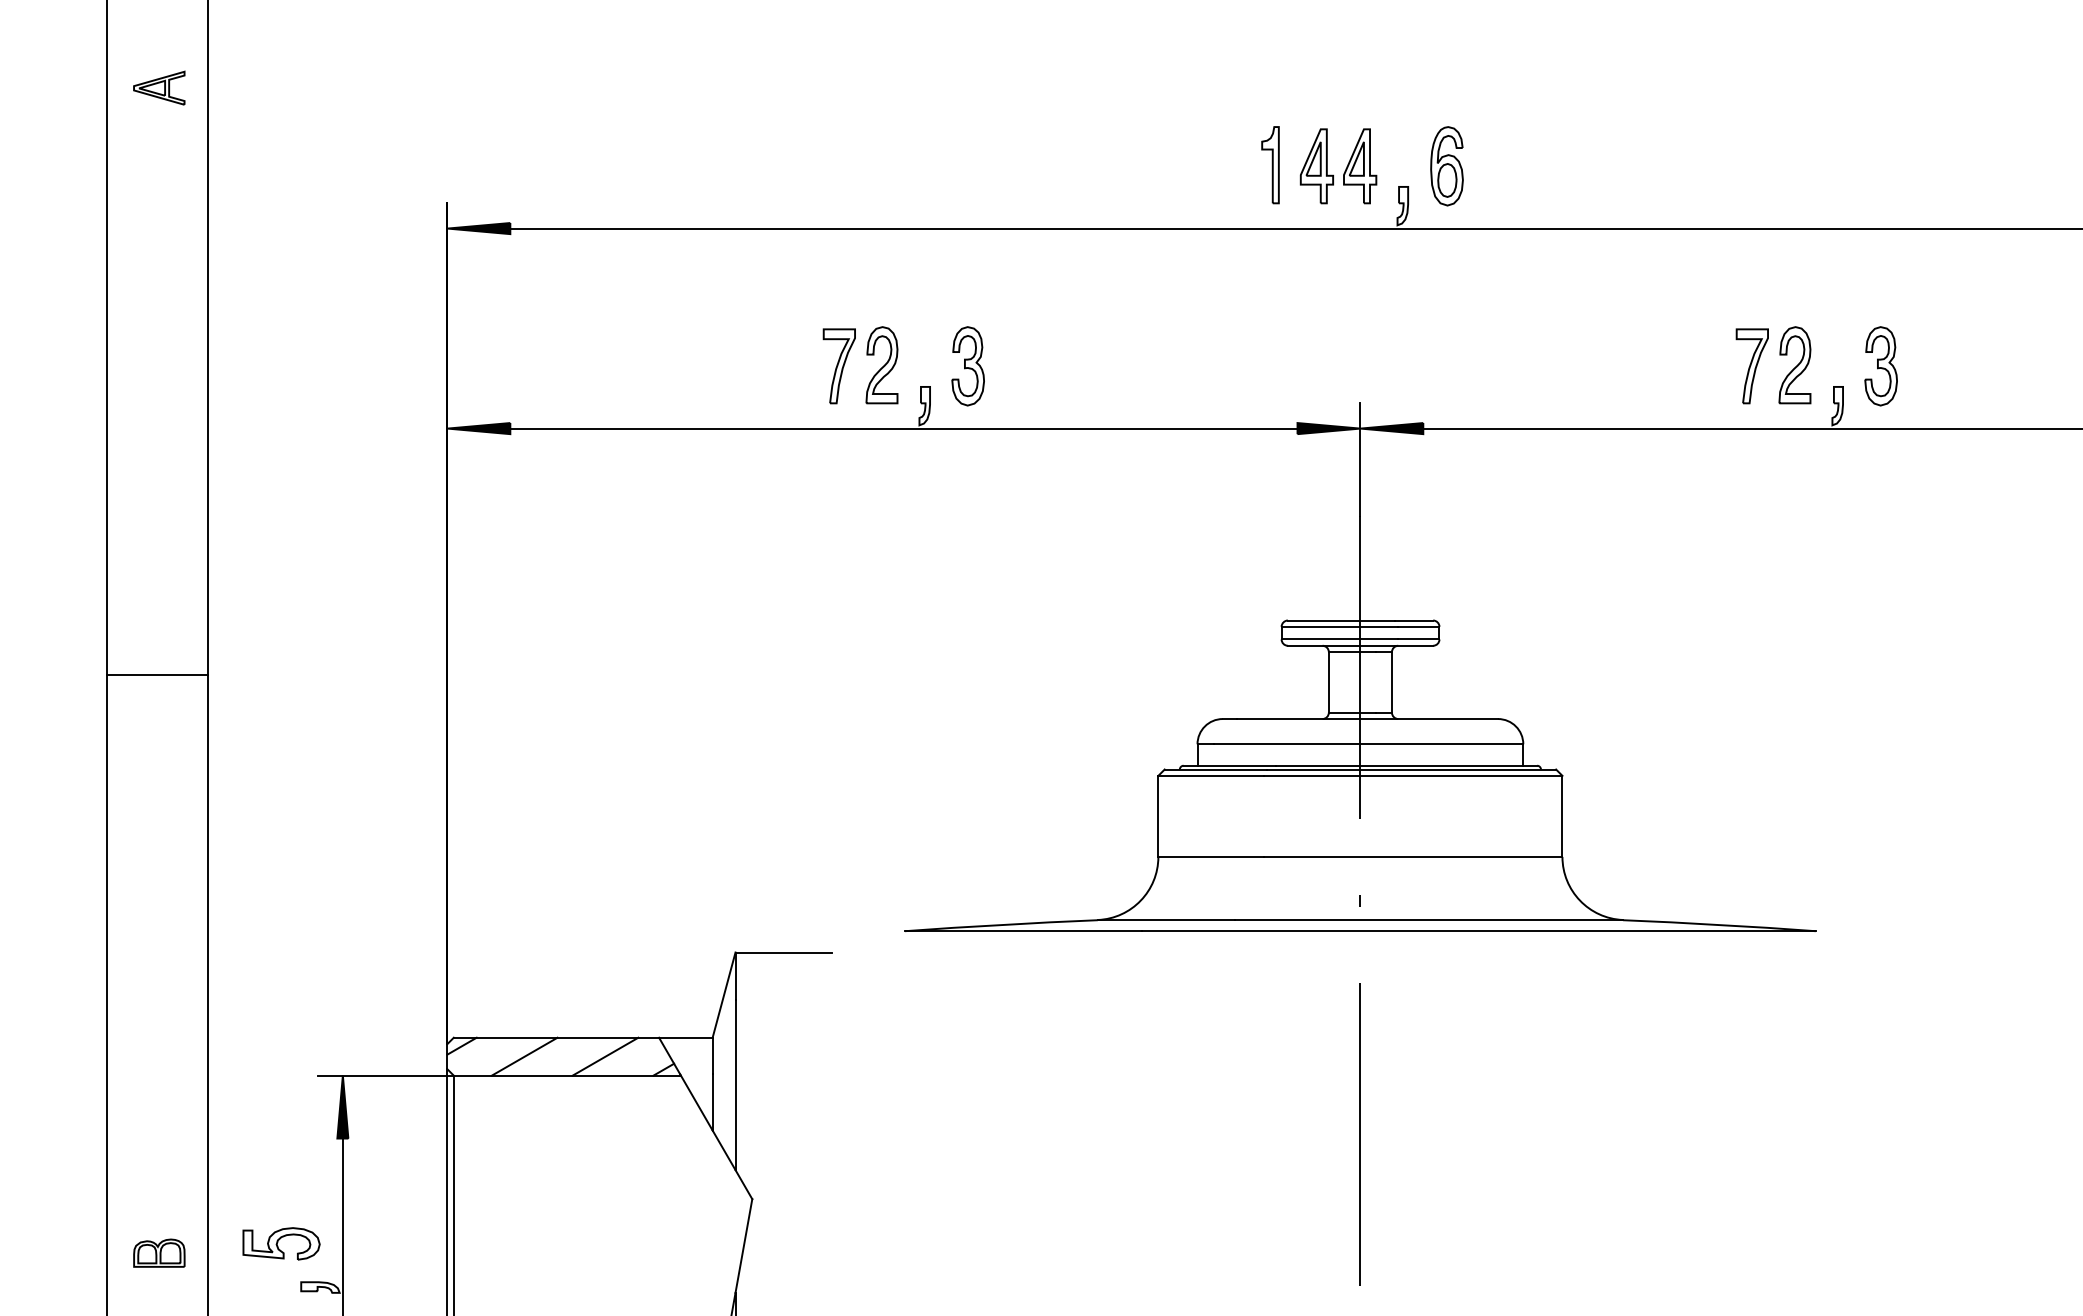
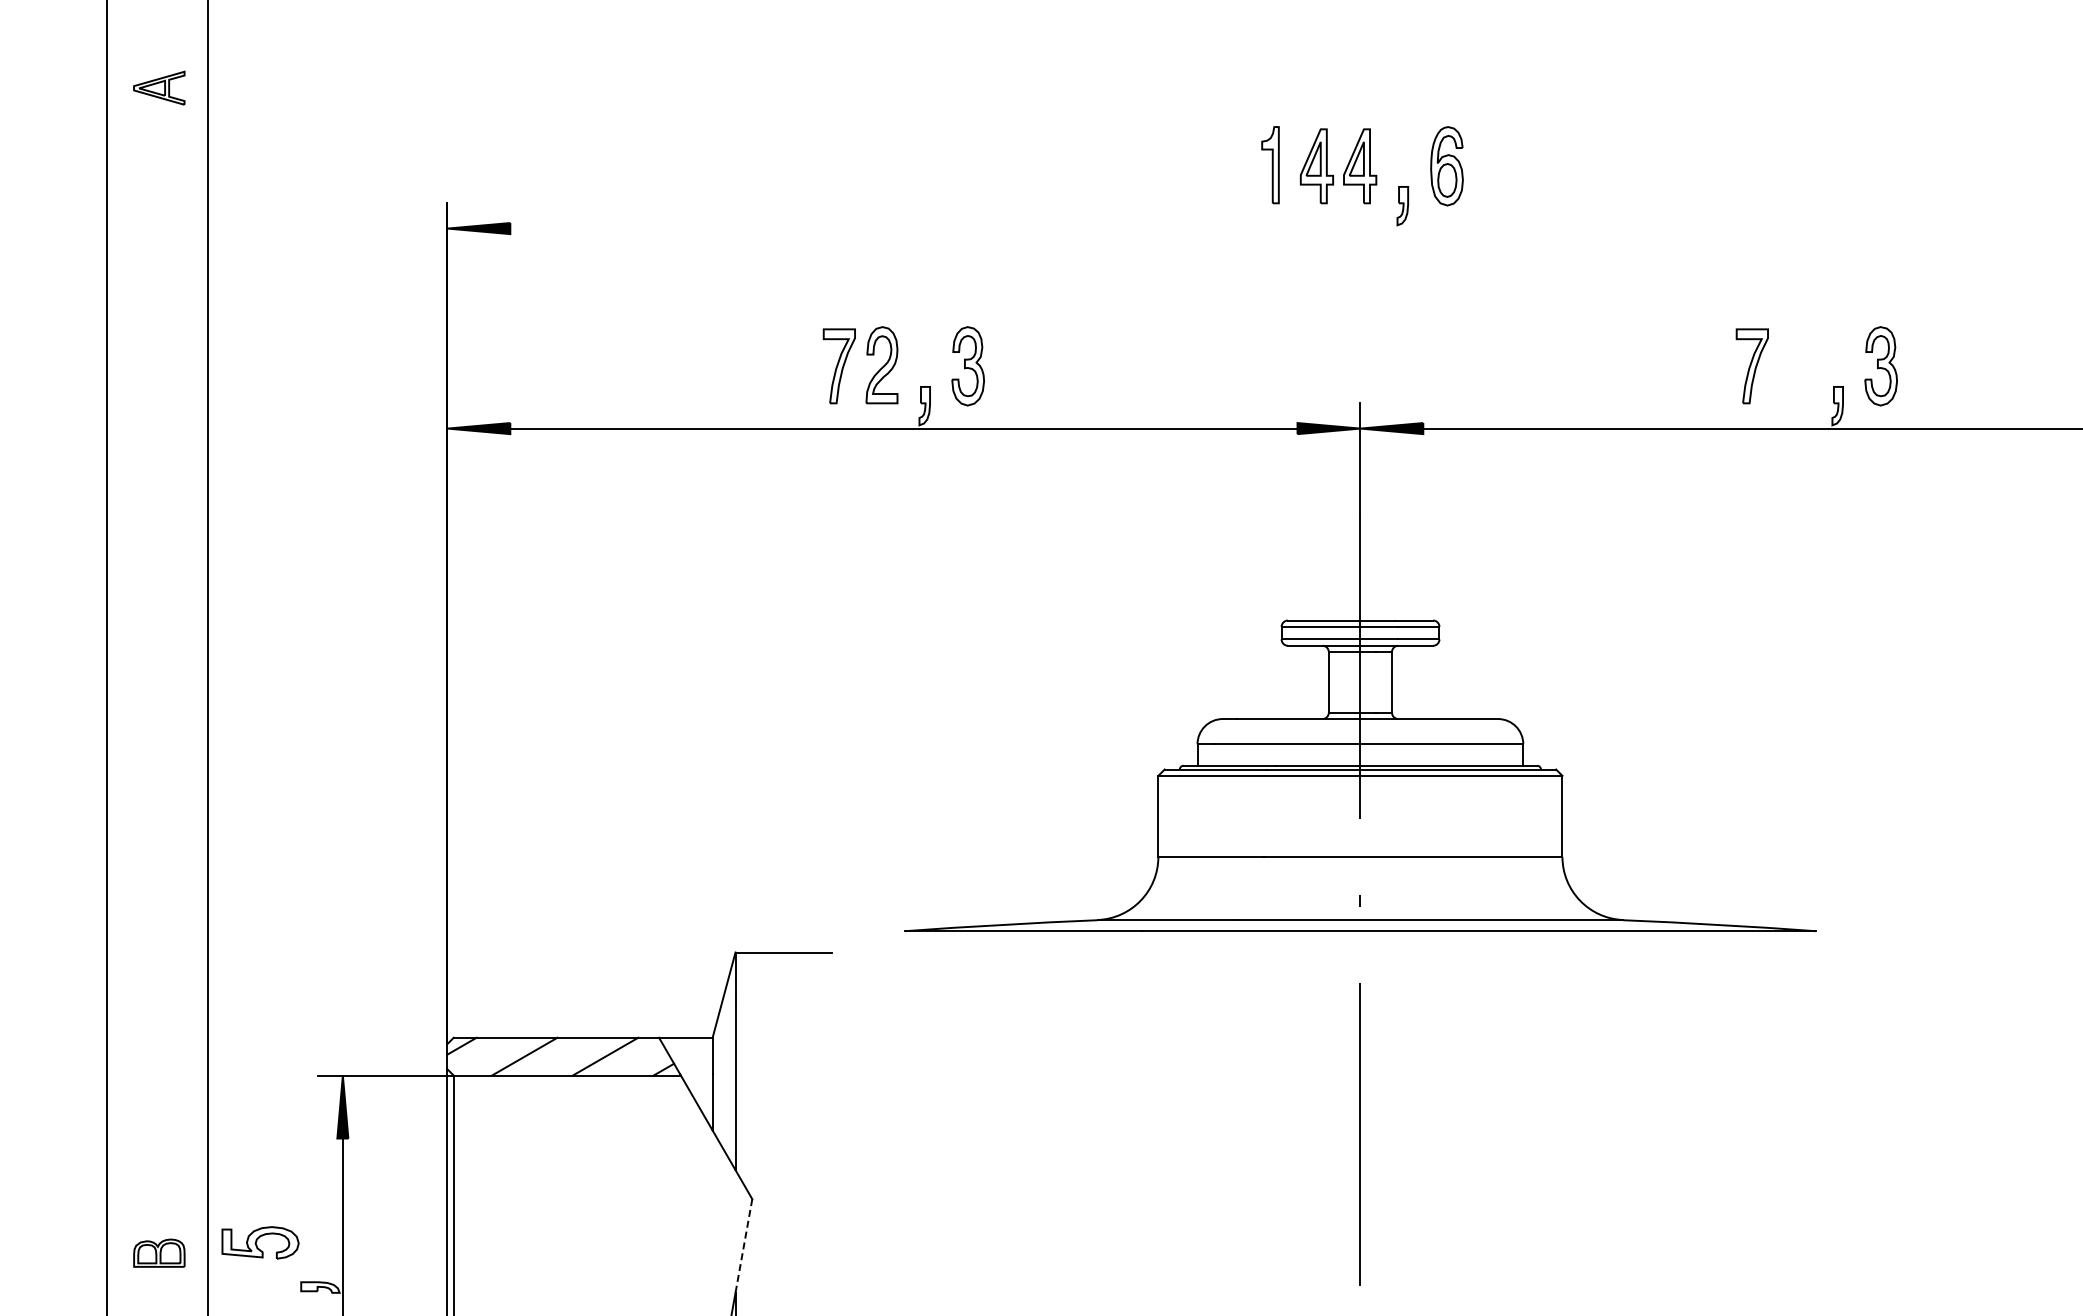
line at (1294, 228): present -> none
part at (1794, 365): present -> none
line at (156, 675): present -> none
part at (281, 1243) position: (281, 1243) -> (260, 1242)
line at (743, 1246): solid -> dashed
